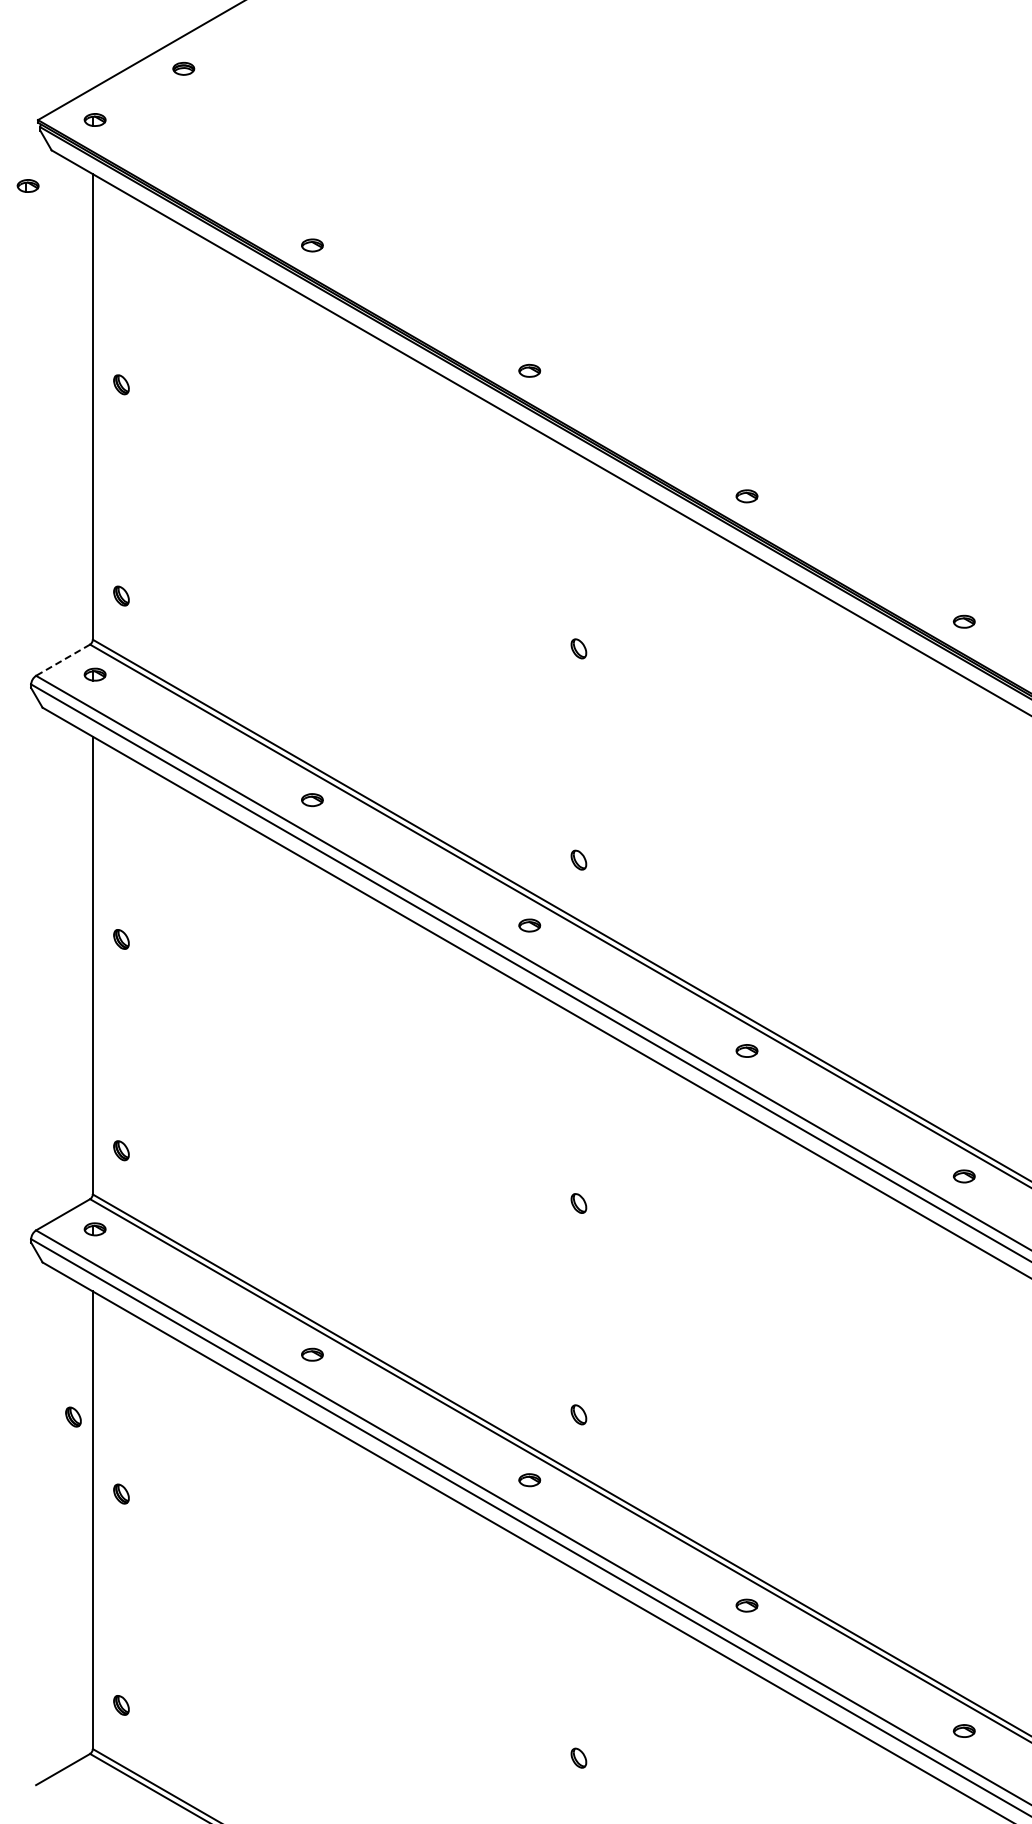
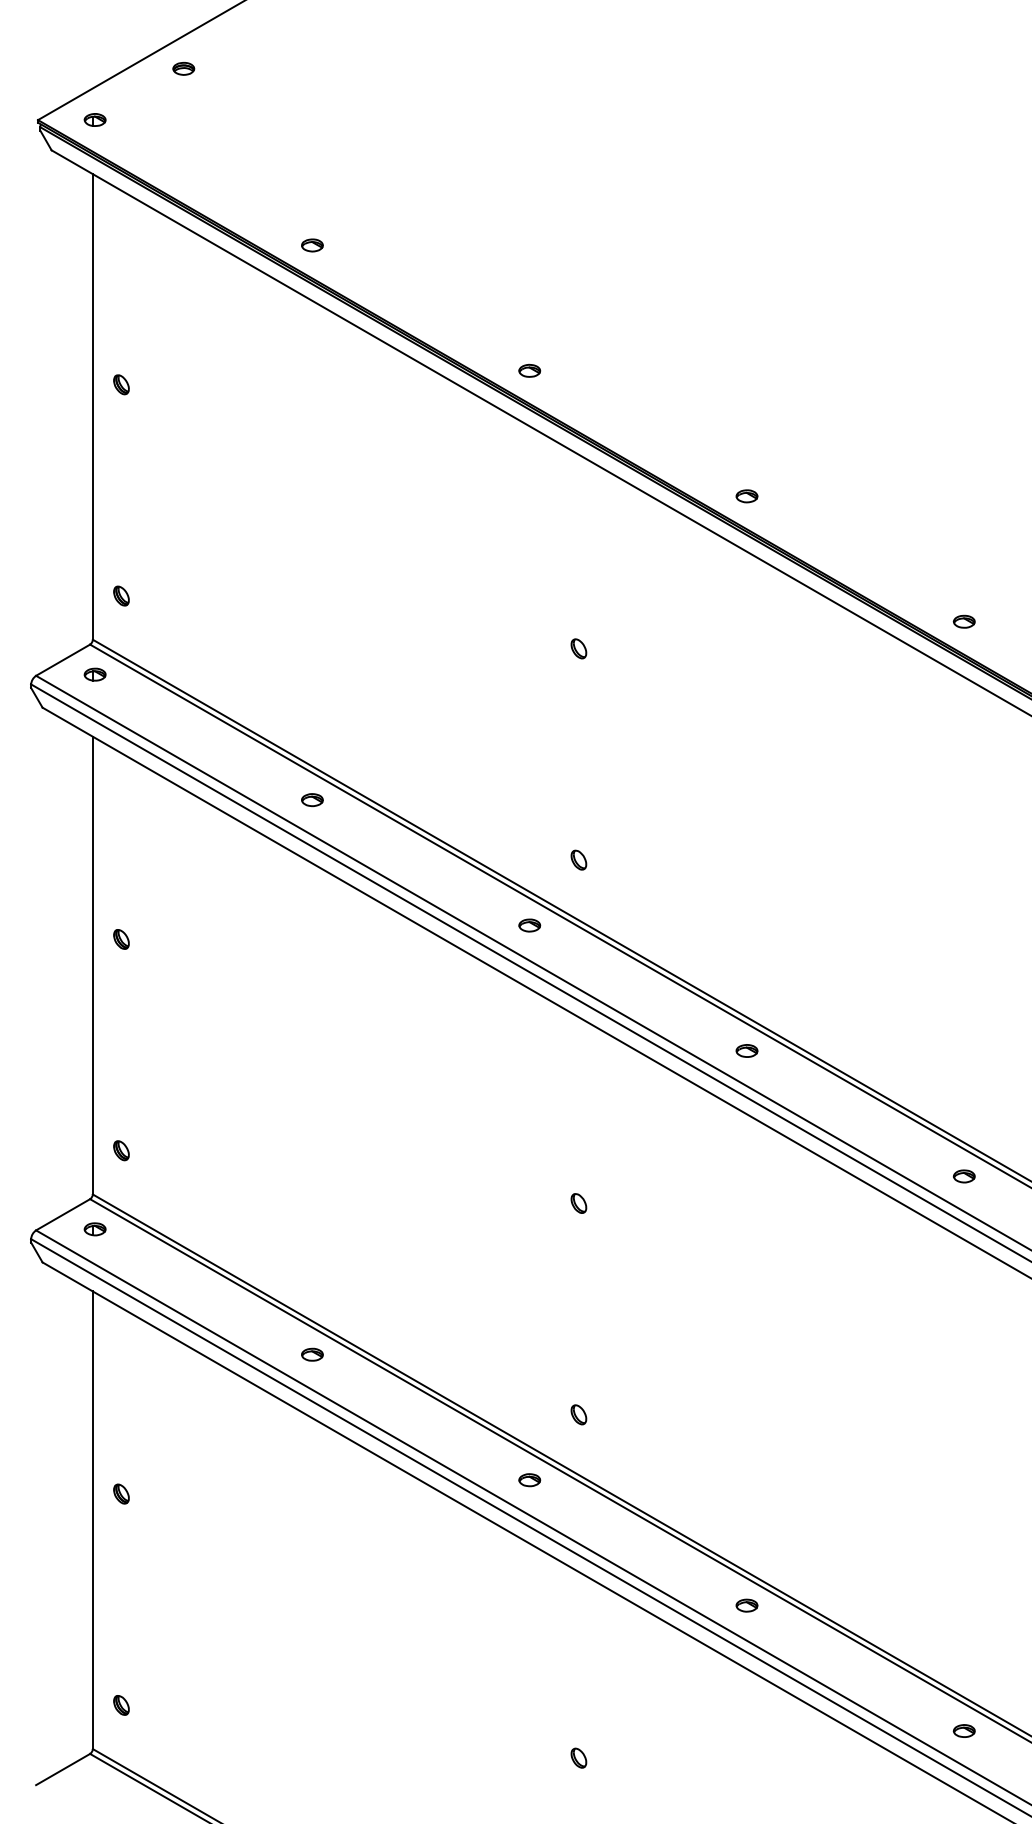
part at (27, 185): present -> none
line at (62, 660): dashed -> solid
part at (73, 1416): present -> none
